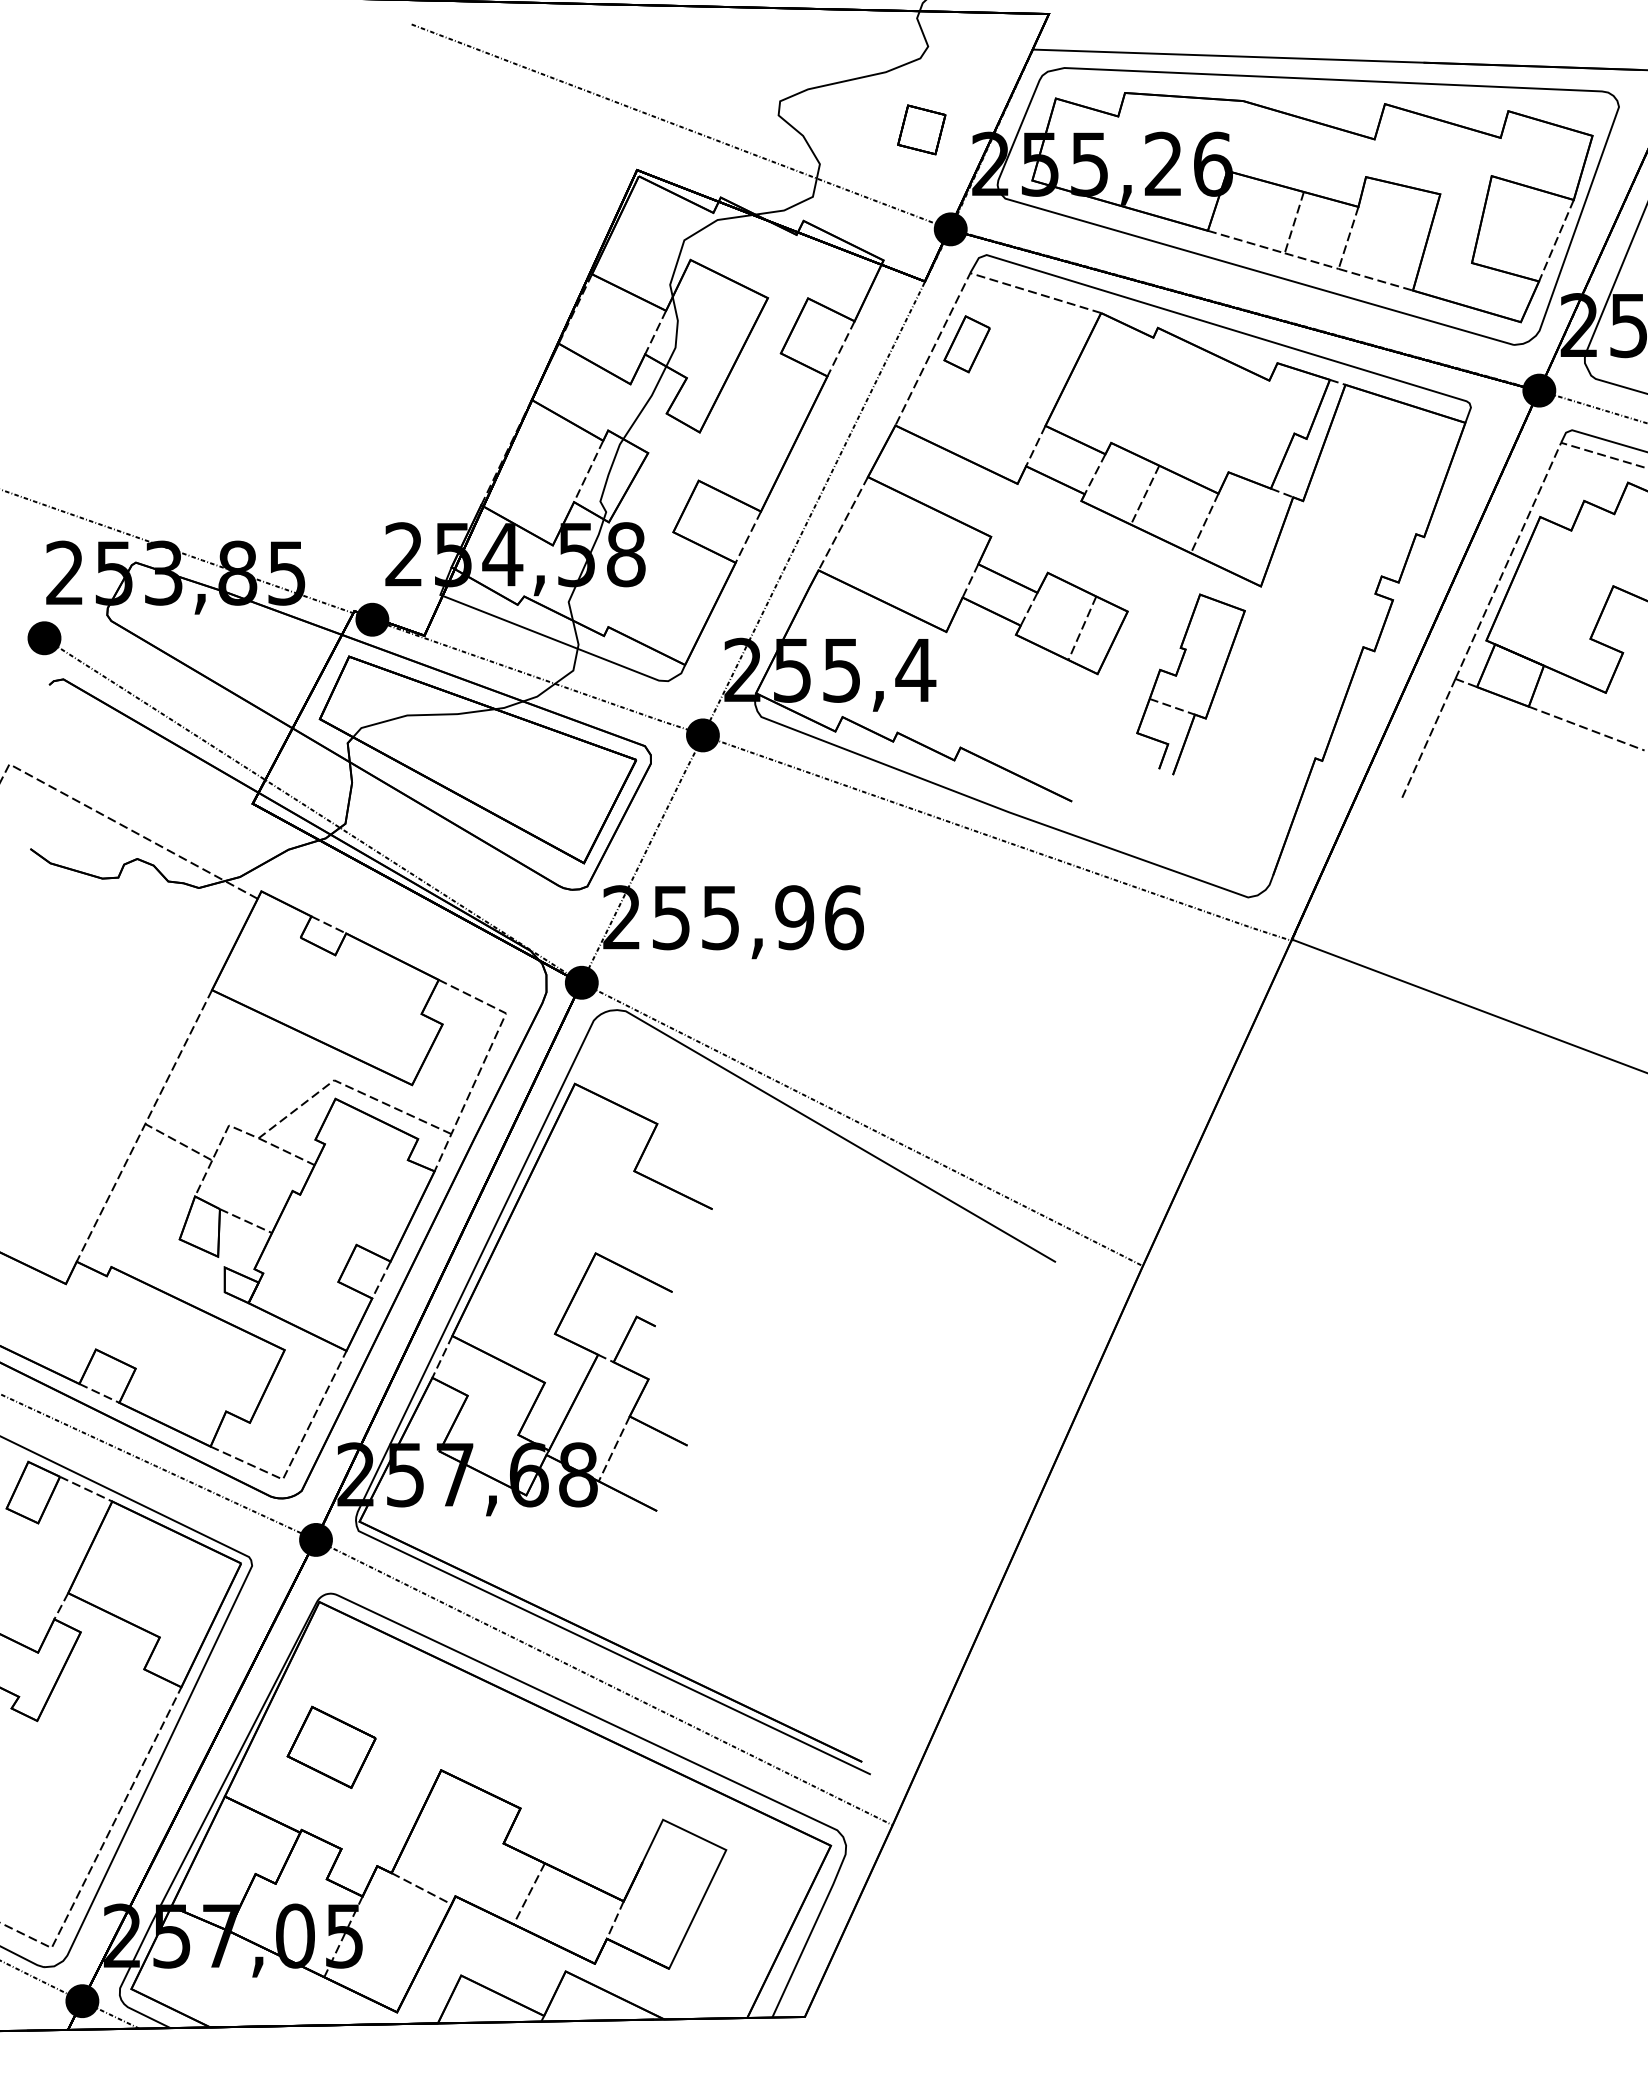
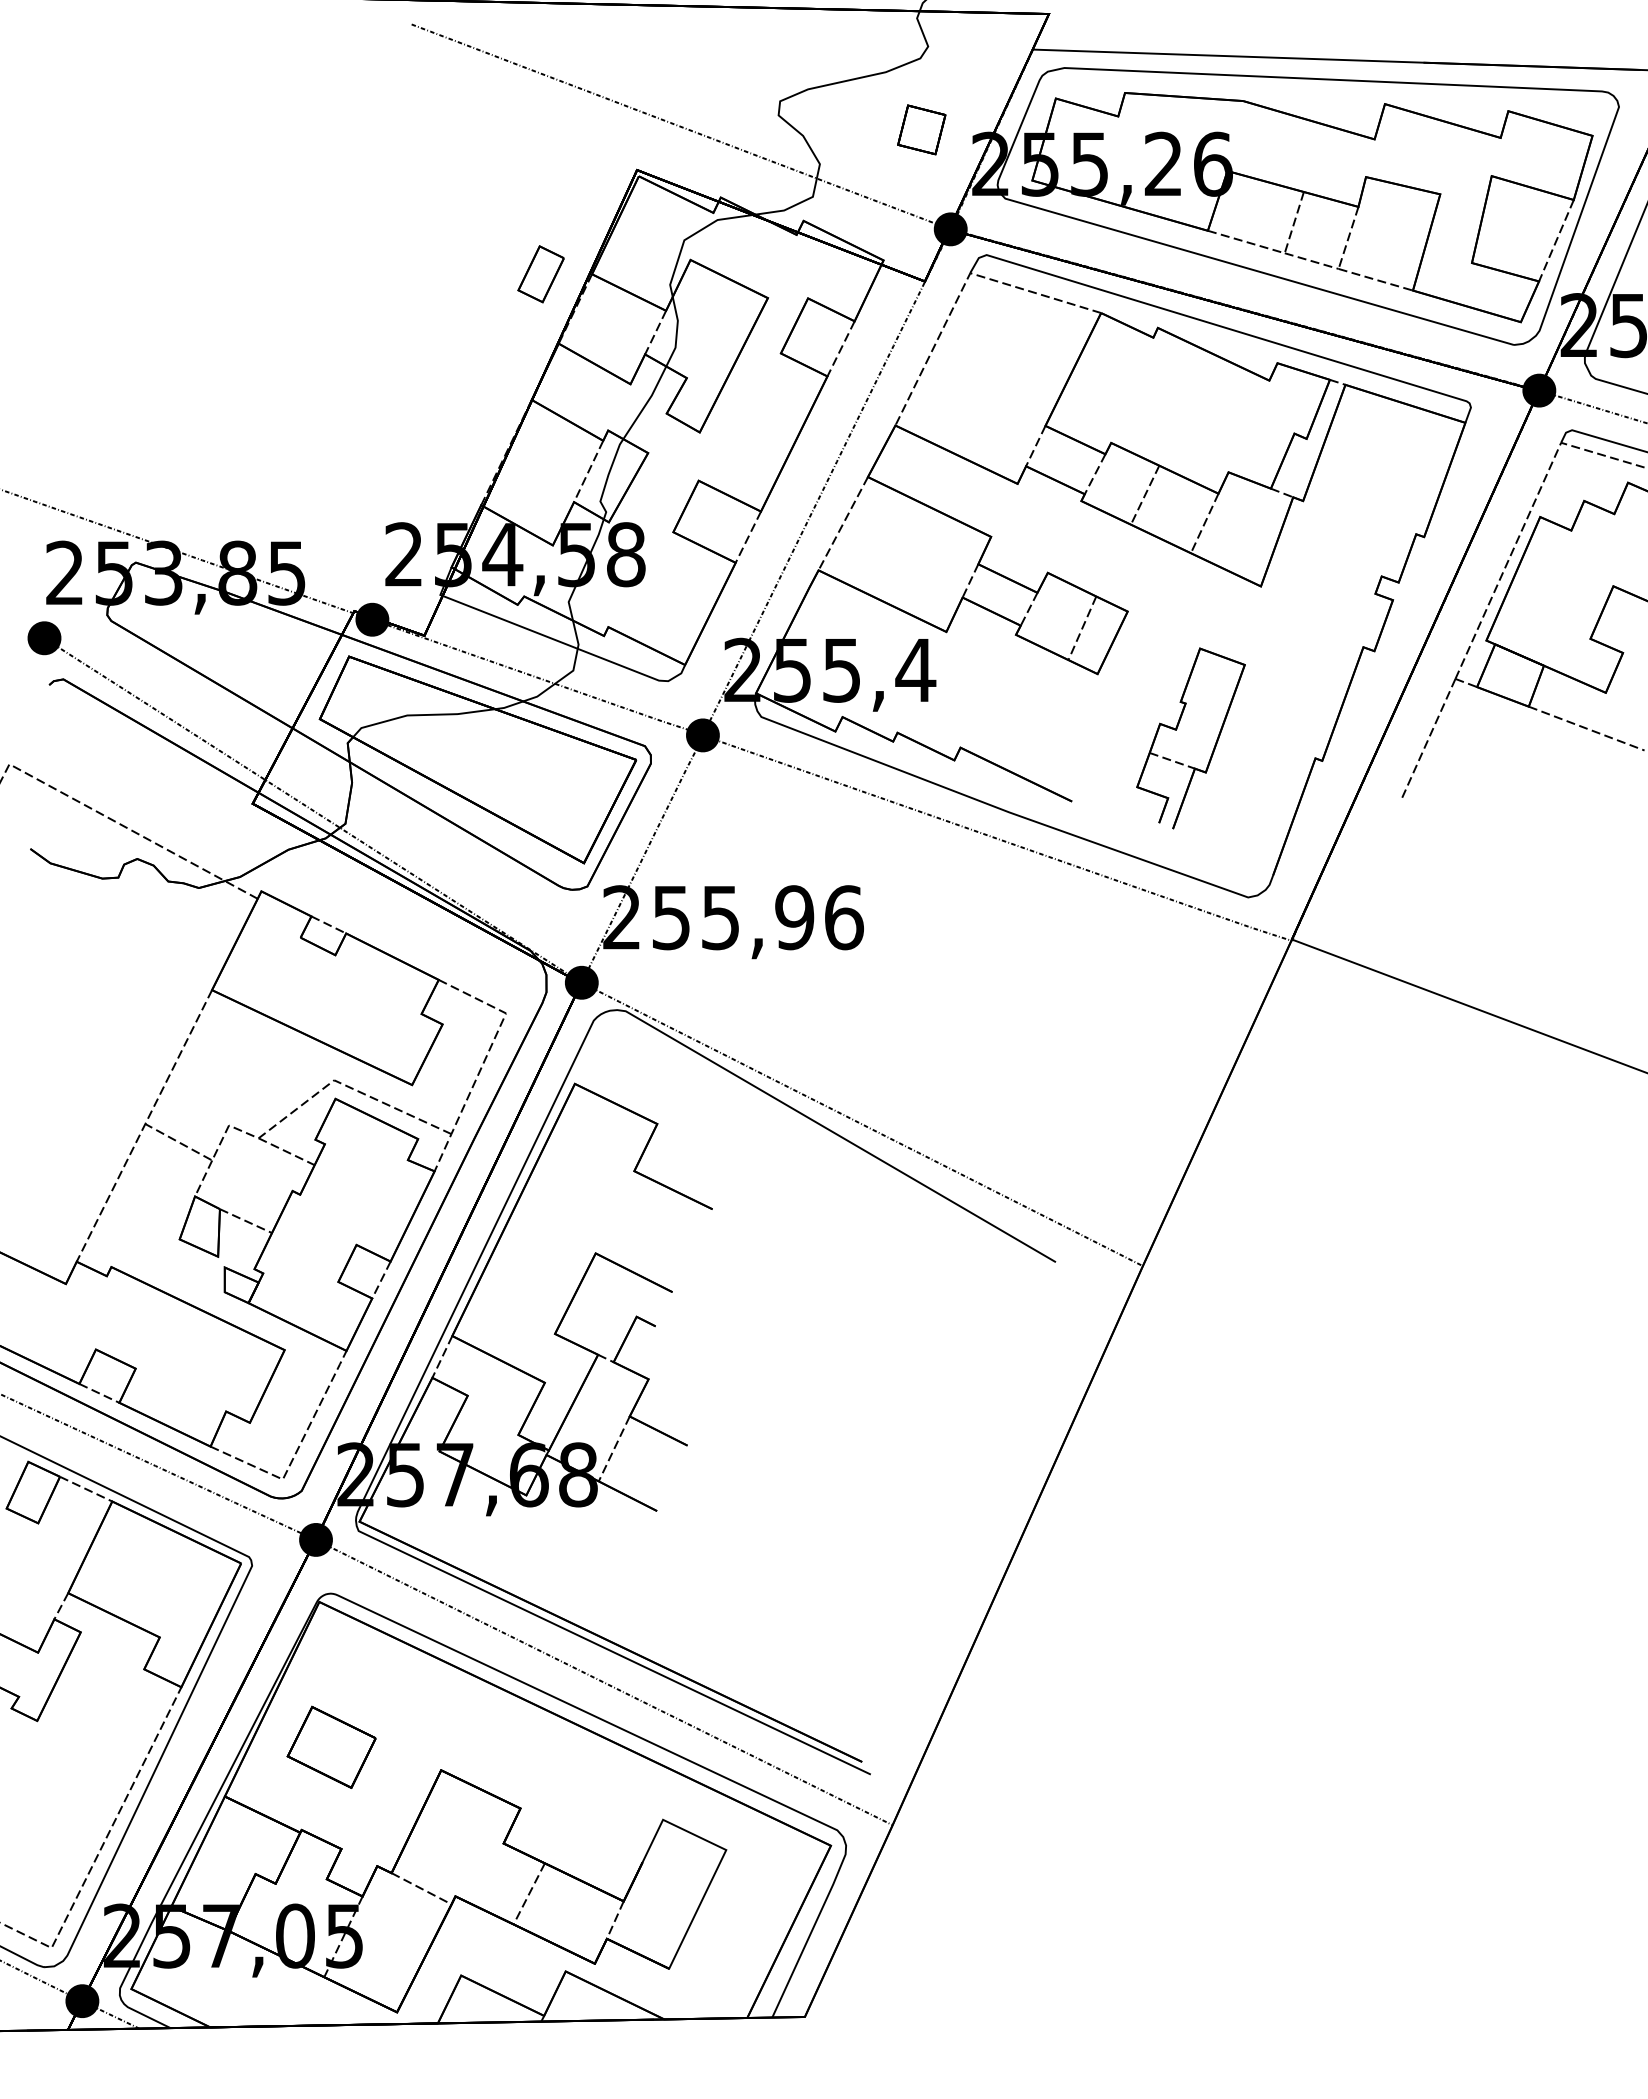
part at (966, 344) position: (966, 344) -> (540, 274)
part at (1177, 675) position: (1177, 675) -> (1177, 729)
